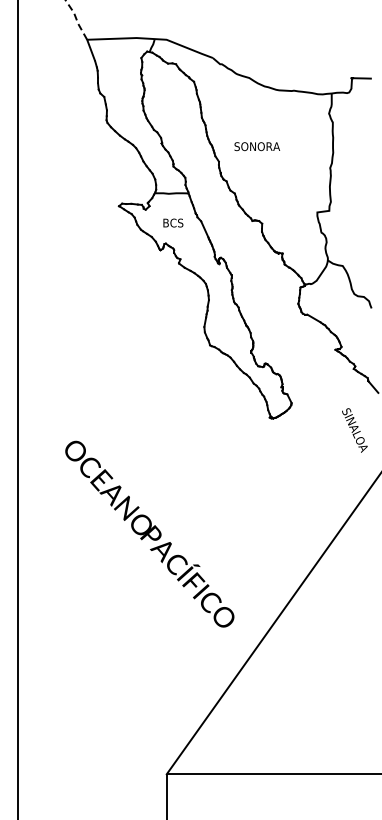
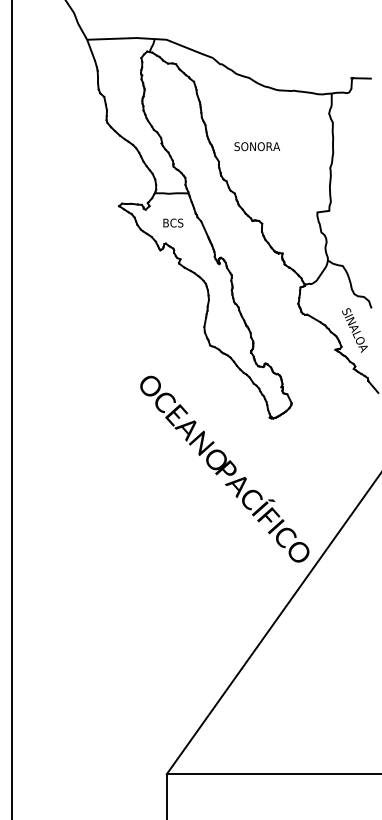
line at (76, 20): dashed -> solid
line at (17, 409) position: (17, 409) -> (11, 409)
text at (354, 430) position: (354, 430) -> (354, 330)
text at (149, 533) position: (149, 533) -> (224, 468)
